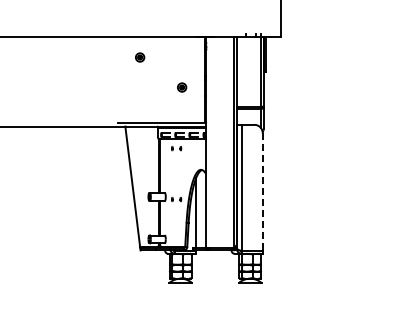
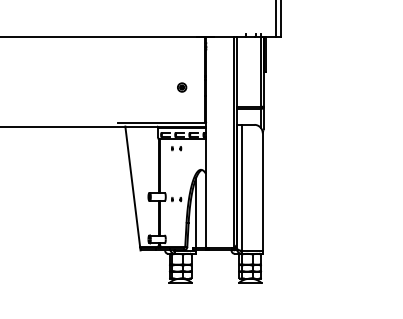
line at (276, 19): none -> present
part at (140, 57): present -> none
line at (262, 192): dashed -> solid
